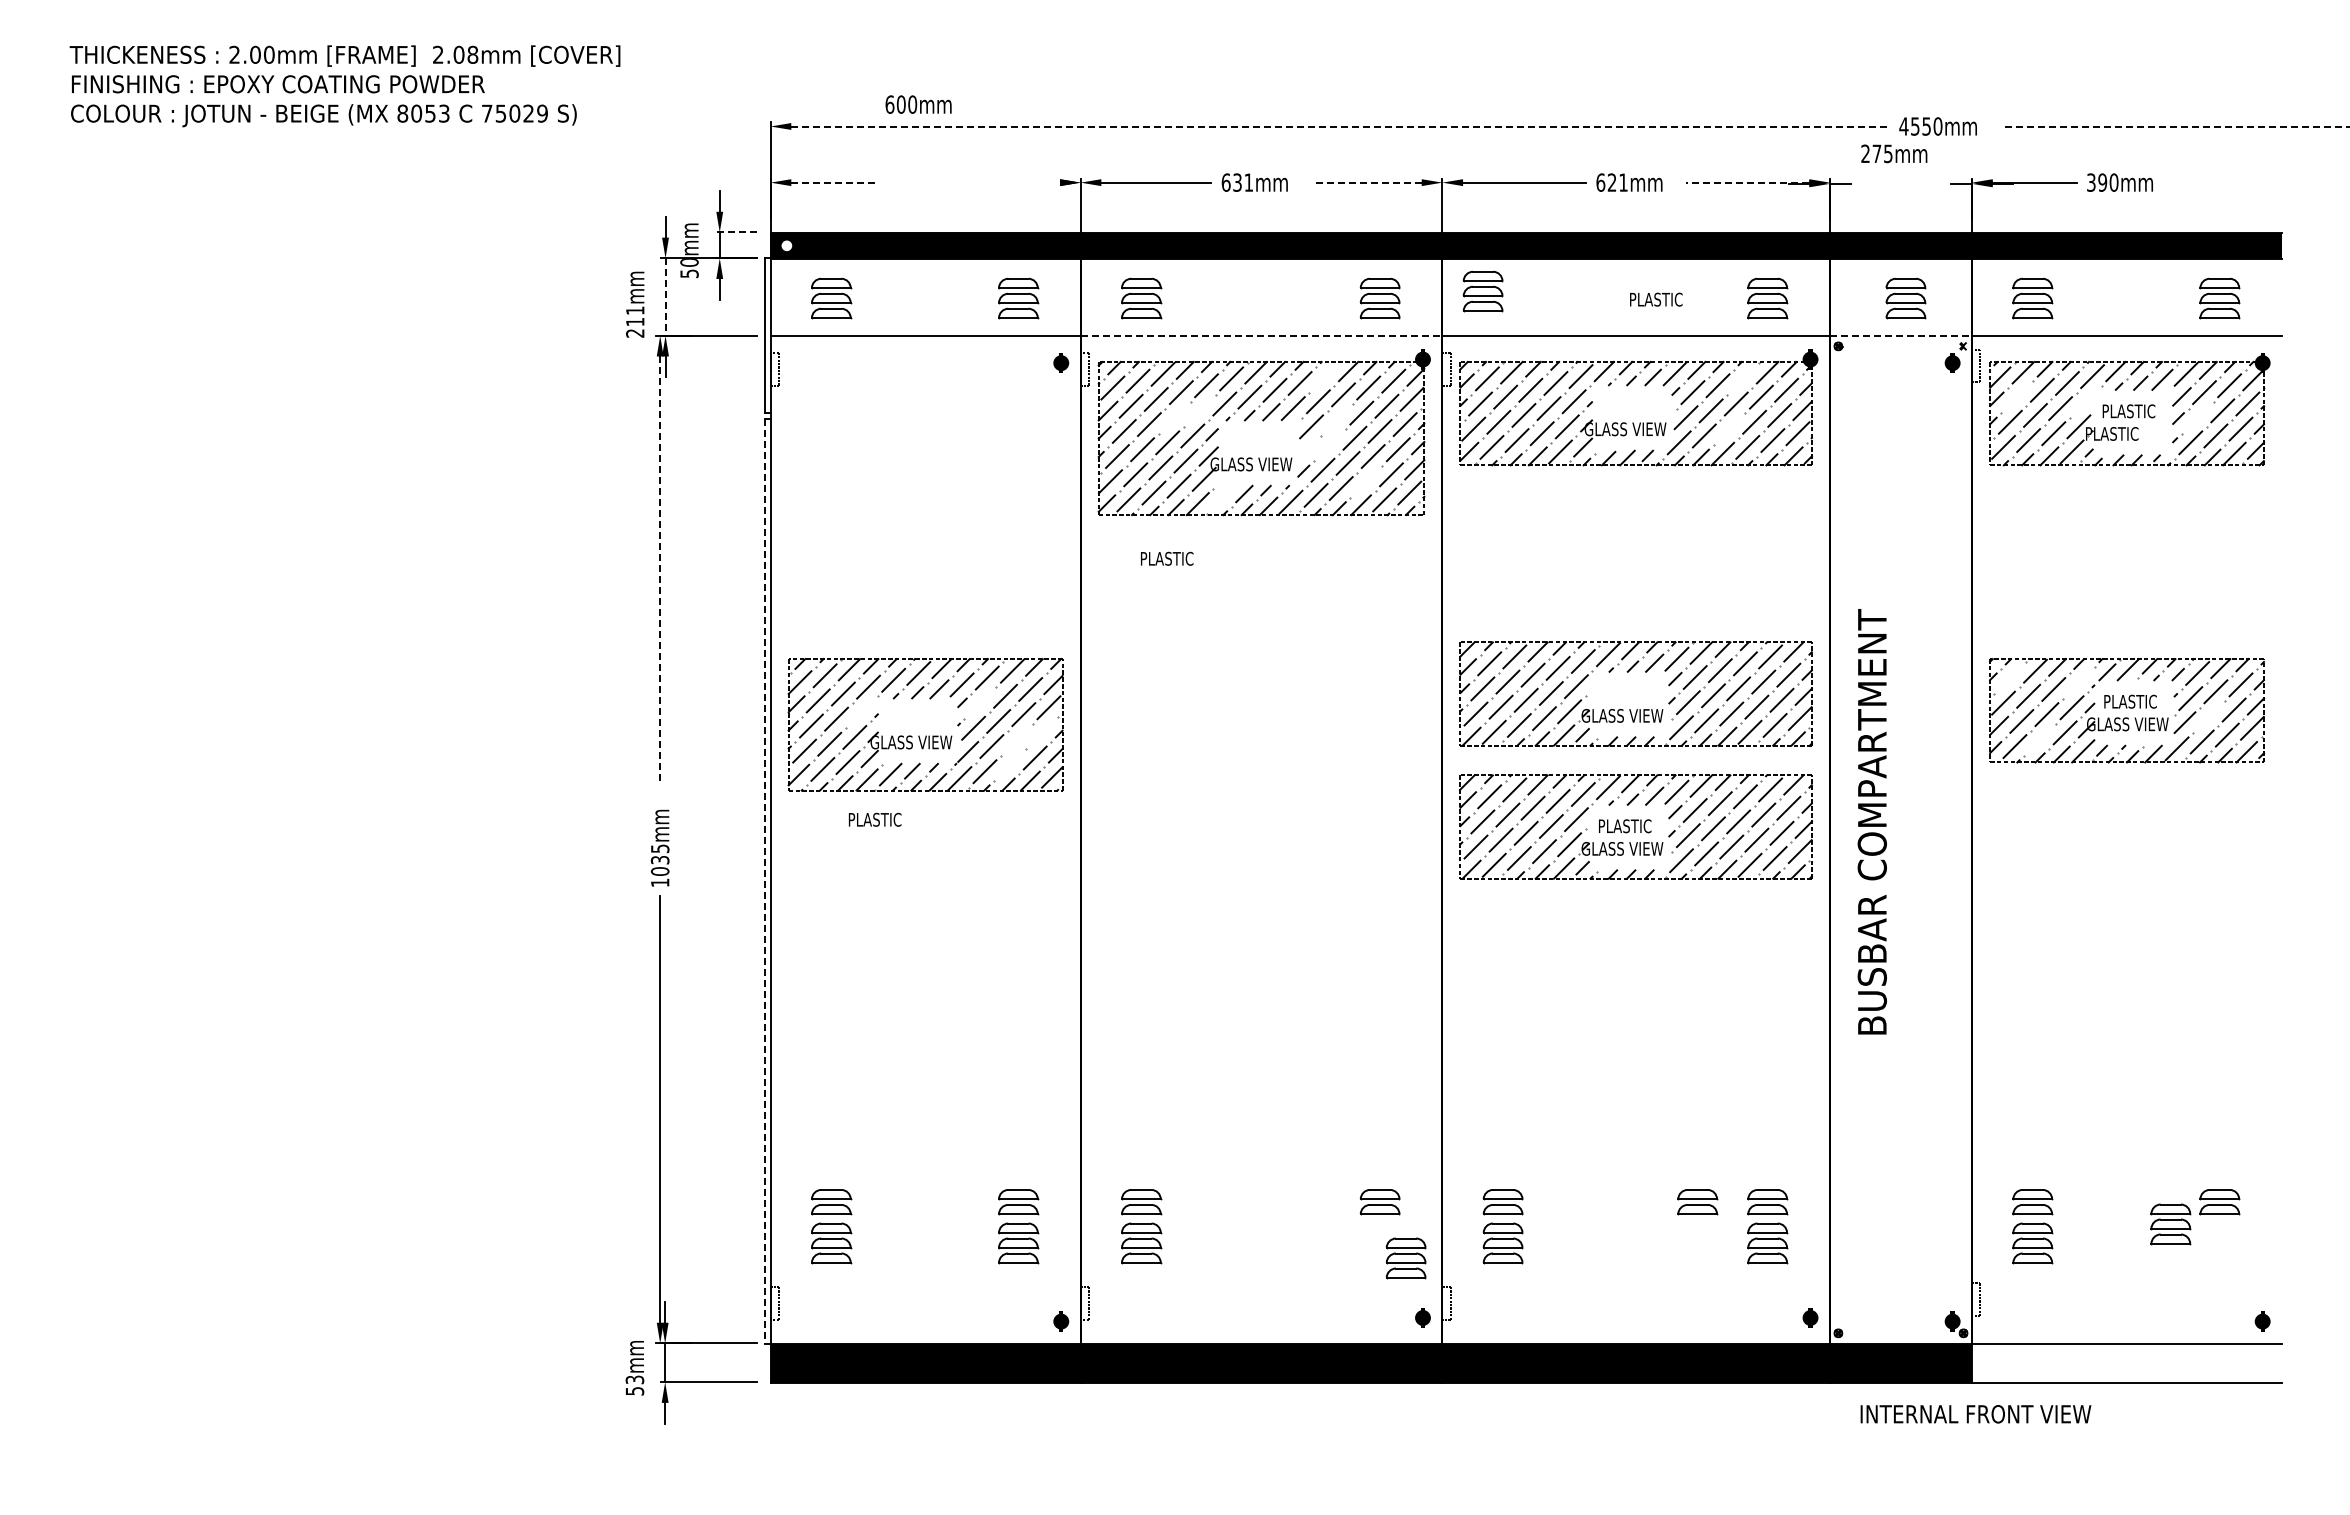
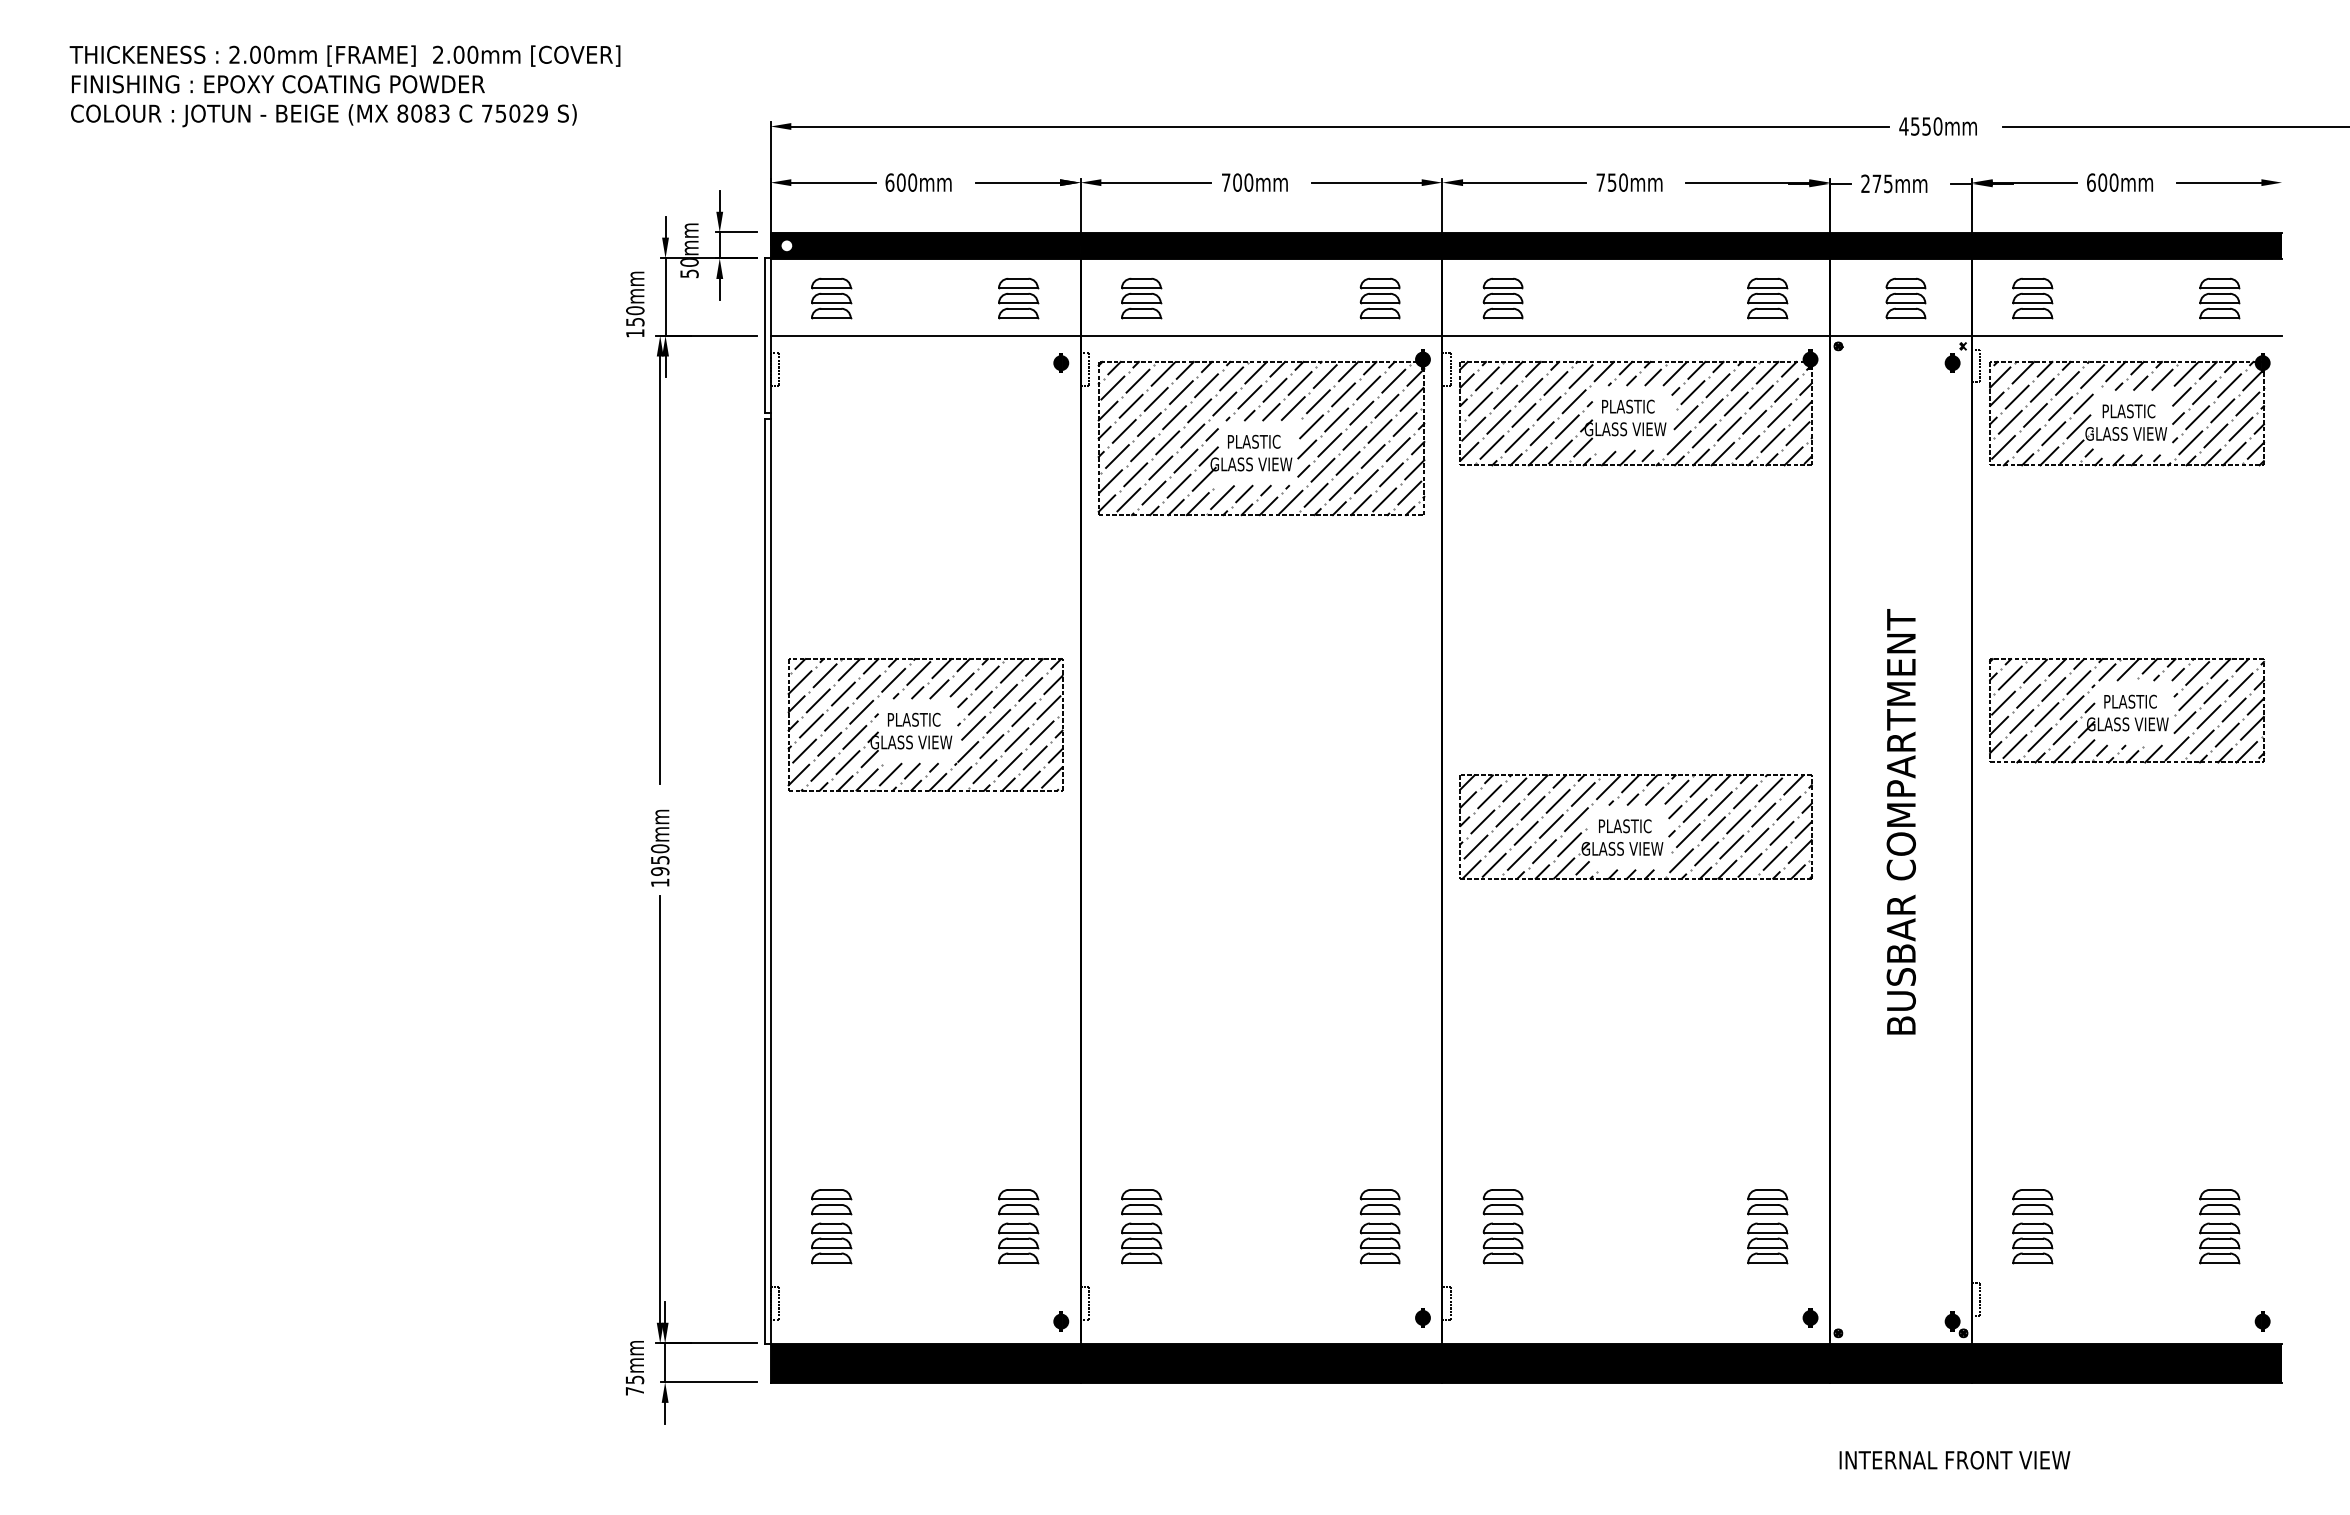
text at (472, 54): 2.08mm -> 2.00mm
text at (918, 104) position: (918, 104) -> (918, 182)
text at (430, 113): 8053 -> 8083
line at (1340, 126): dashed -> solid
line at (2176, 126): dashed -> solid
text at (1894, 153) position: (1894, 153) -> (1894, 183)
line at (834, 182): dashed -> solid
line at (1017, 182): none -> present
text at (1237, 182): 631mm -> 700mm
line at (1366, 182): dashed -> solid
text at (1611, 182): 621mm -> 750mm
line at (1747, 182): dashed -> solid
text at (2096, 182): 390mm -> 600mm
part at (2228, 182): none -> present
line at (736, 232): dashed -> solid
part at (1482, 291) position: (1482, 291) -> (1502, 298)
line at (665, 297): dashed -> solid
text at (1656, 299) position: (1656, 299) -> (1628, 406)
text at (635, 321): 211mm -> 150mm
line at (1261, 336): dashed -> solid
line at (1901, 336): dashed -> solid
line at (1324, 376): none -> present
line at (1742, 378): none -> present
line at (2016, 396): none -> present
line at (2083, 403): none -> present
line at (1199, 410): none -> present
line at (1174, 417): none -> present
line at (2197, 417): none -> present
line at (1336, 419): none -> present
line at (1729, 428): none -> present
text at (2126, 433): PLASTIC -> GLASS VIEW
line at (1329, 444): none -> present
line at (1307, 449): none -> present
line at (1365, 481): none -> present
line at (1222, 497): none -> present
text at (1167, 558) position: (1167, 558) -> (1254, 441)
line at (660, 570): dashed -> solid
line at (2009, 677): none -> present
line at (2078, 682): none -> present
line at (980, 702): none -> present
part at (1636, 709): present -> none
line at (861, 711): none -> present
line at (2208, 716): none -> present
line at (1041, 732): none -> present
line at (1016, 739): none -> present
line at (2039, 739): none -> present
line at (1009, 764): none -> present
text at (875, 819) position: (875, 819) -> (914, 719)
text at (1871, 821) position: (1871, 821) -> (1900, 821)
text at (659, 859): 1035mm -> 1950mm
line at (765, 881): dashed -> solid
part at (1697, 1202): present -> none
part at (2170, 1224) position: (2170, 1224) -> (2219, 1243)
part at (1405, 1258) position: (1405, 1258) -> (1379, 1243)
fill at (2127, 1362): none -> present
text at (634, 1385): 53mm -> 75mm
text at (1975, 1414) position: (1975, 1414) -> (1954, 1460)
